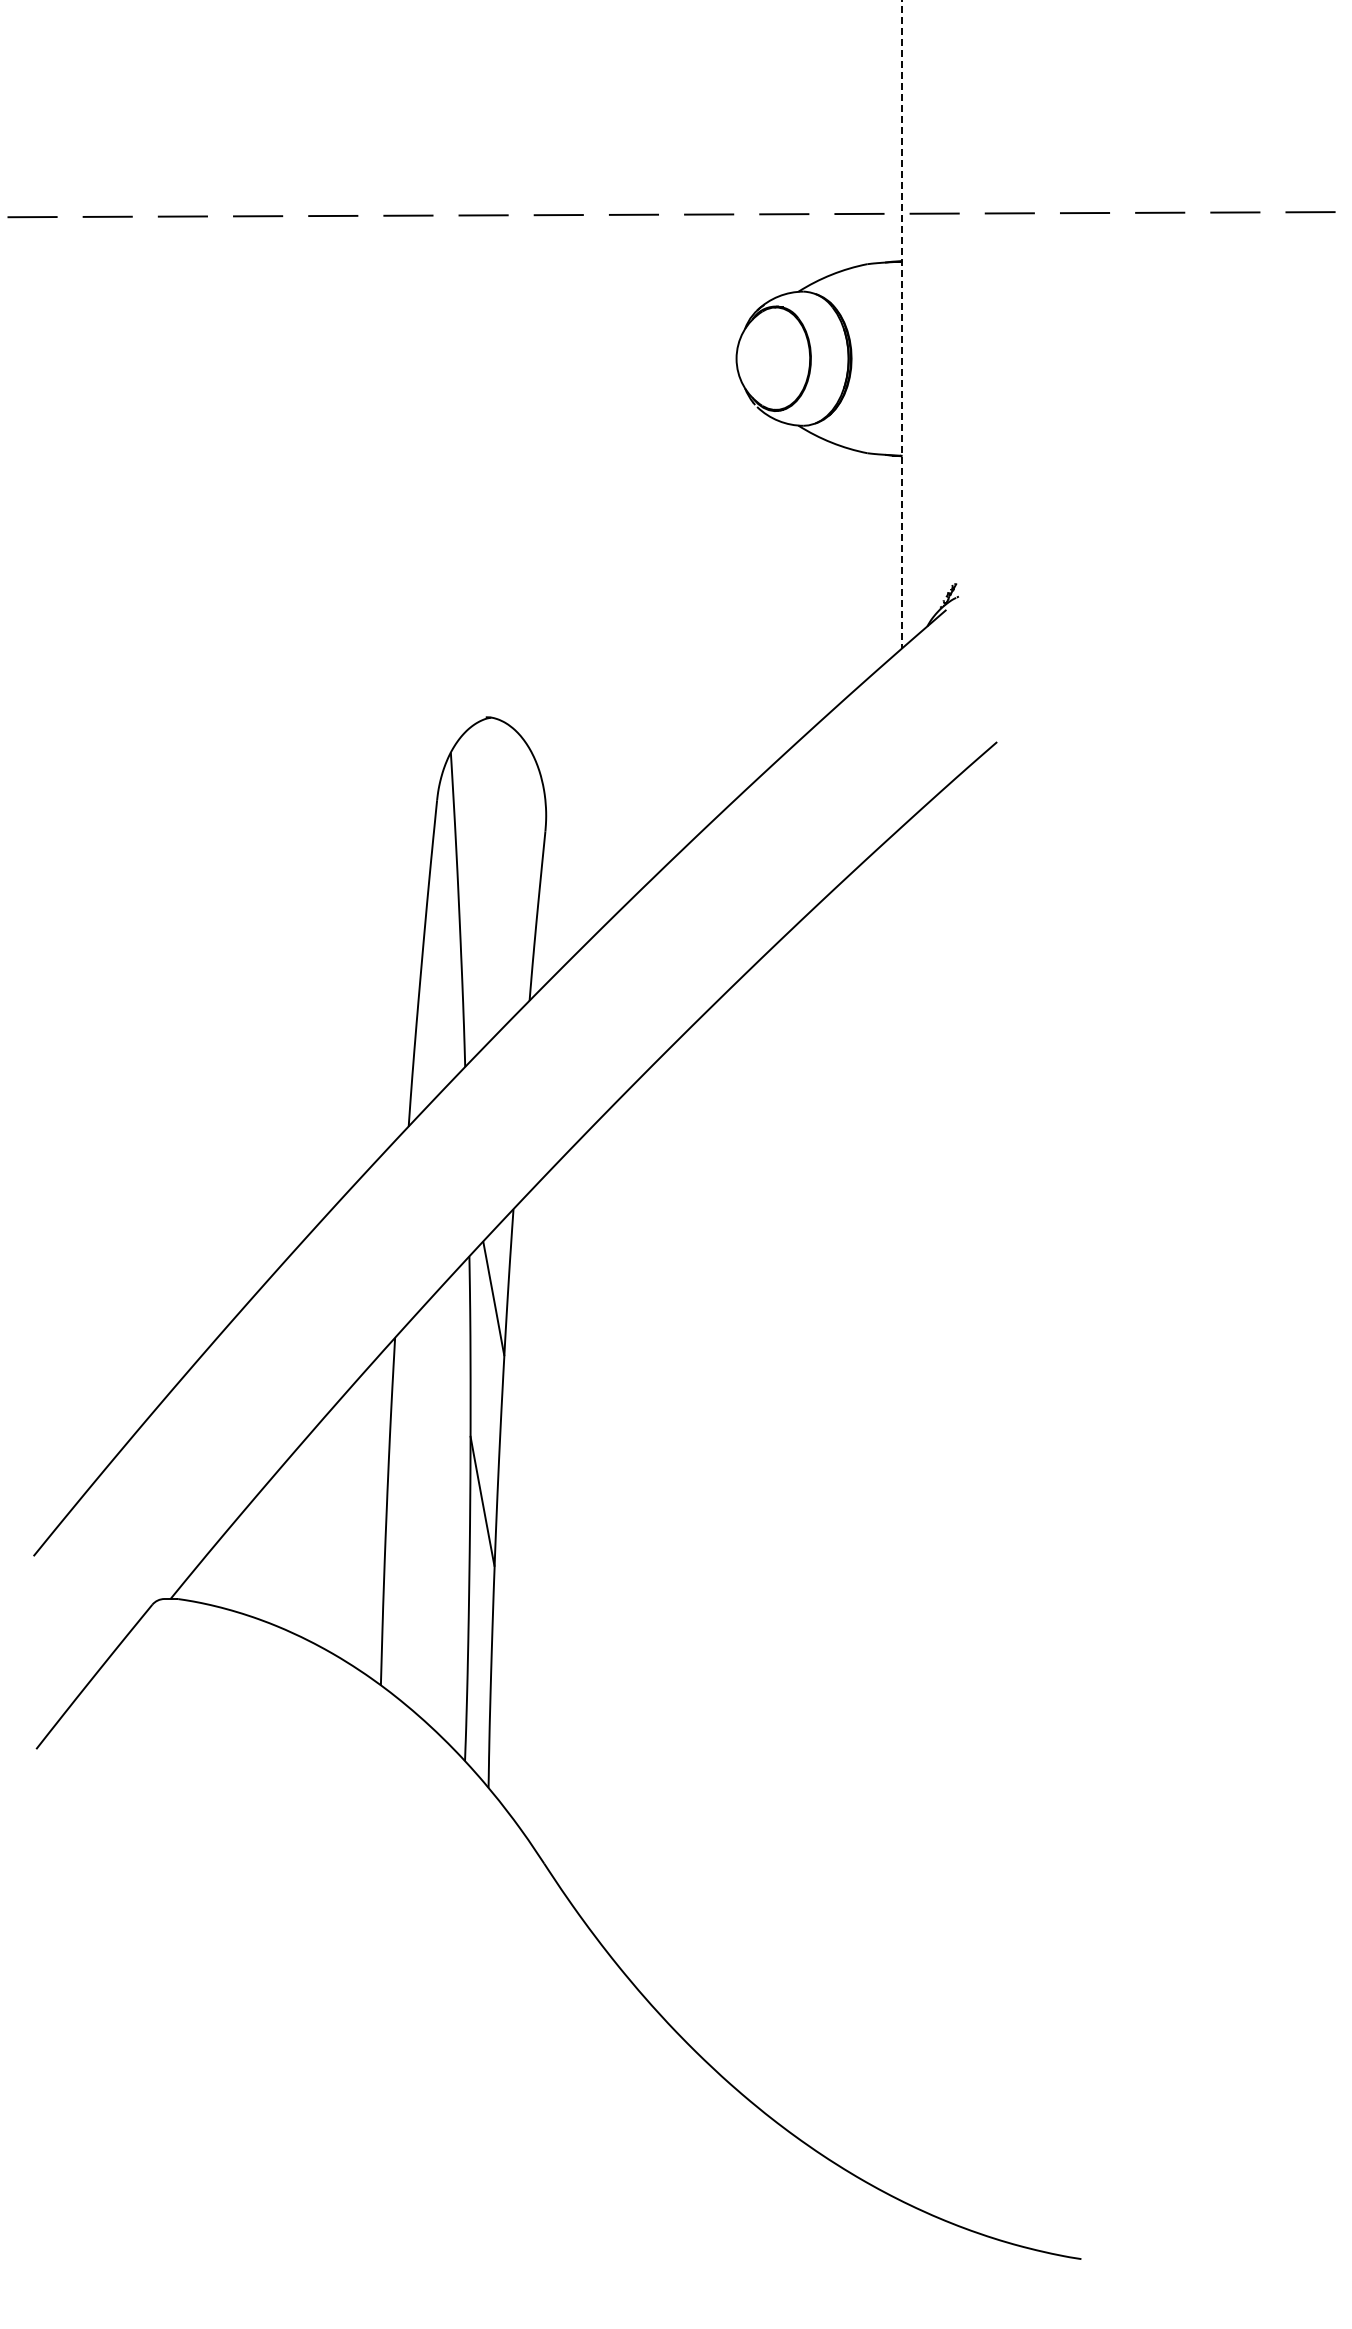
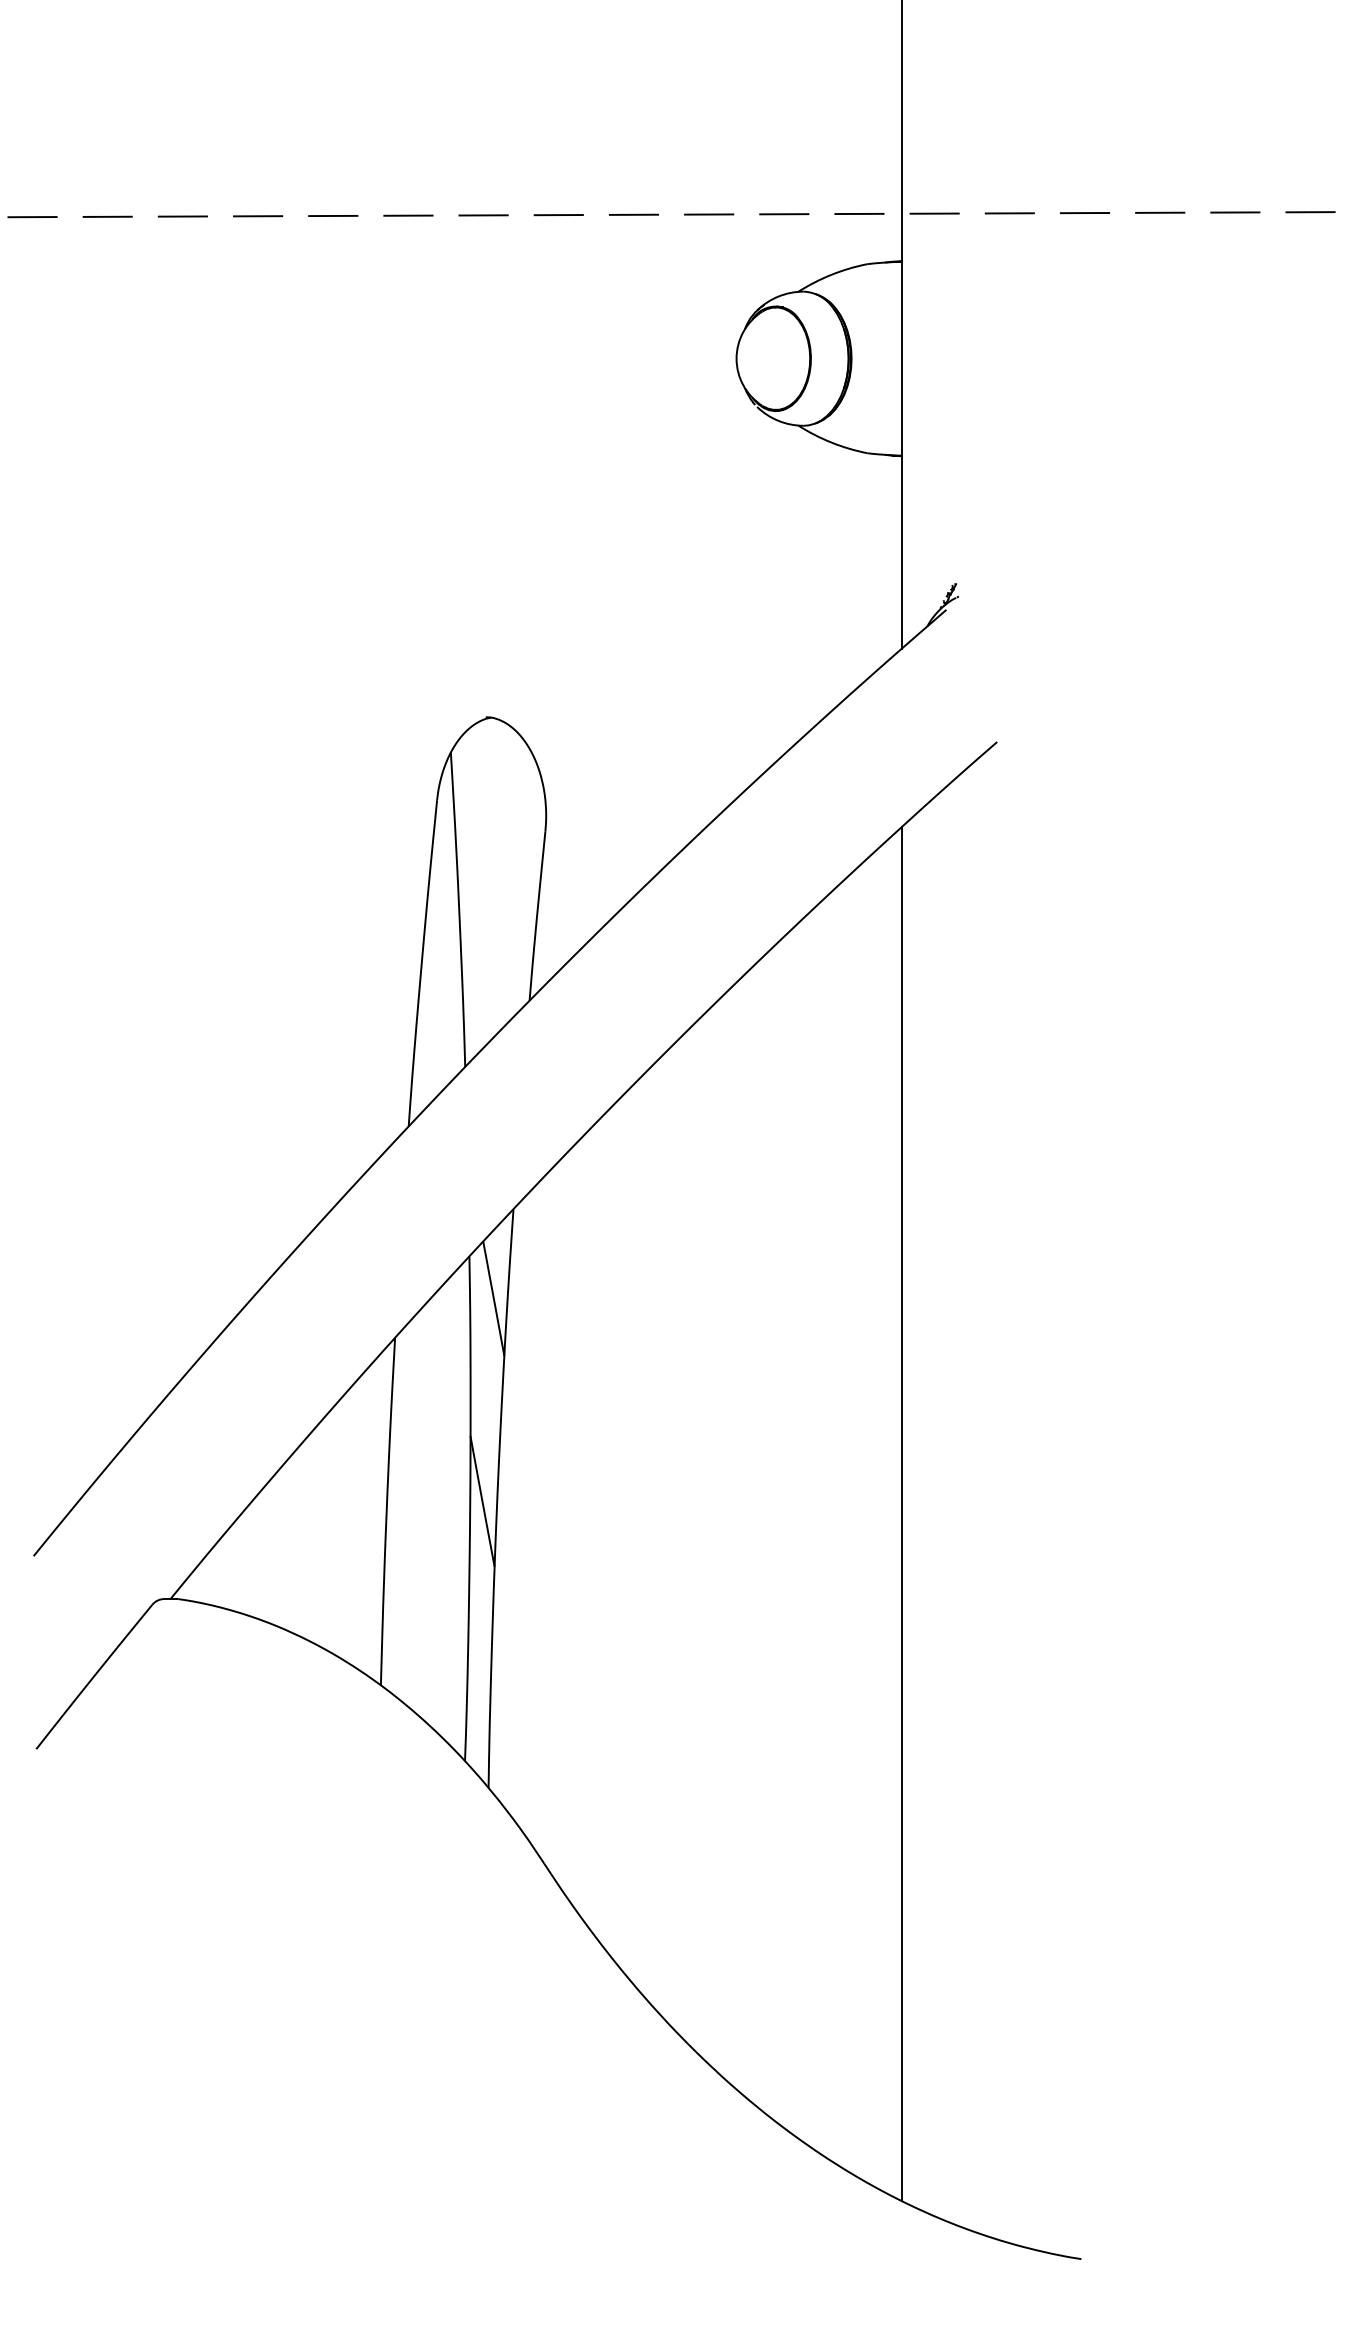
line at (901, 324): dashed -> solid
line at (901, 1514): none -> present
